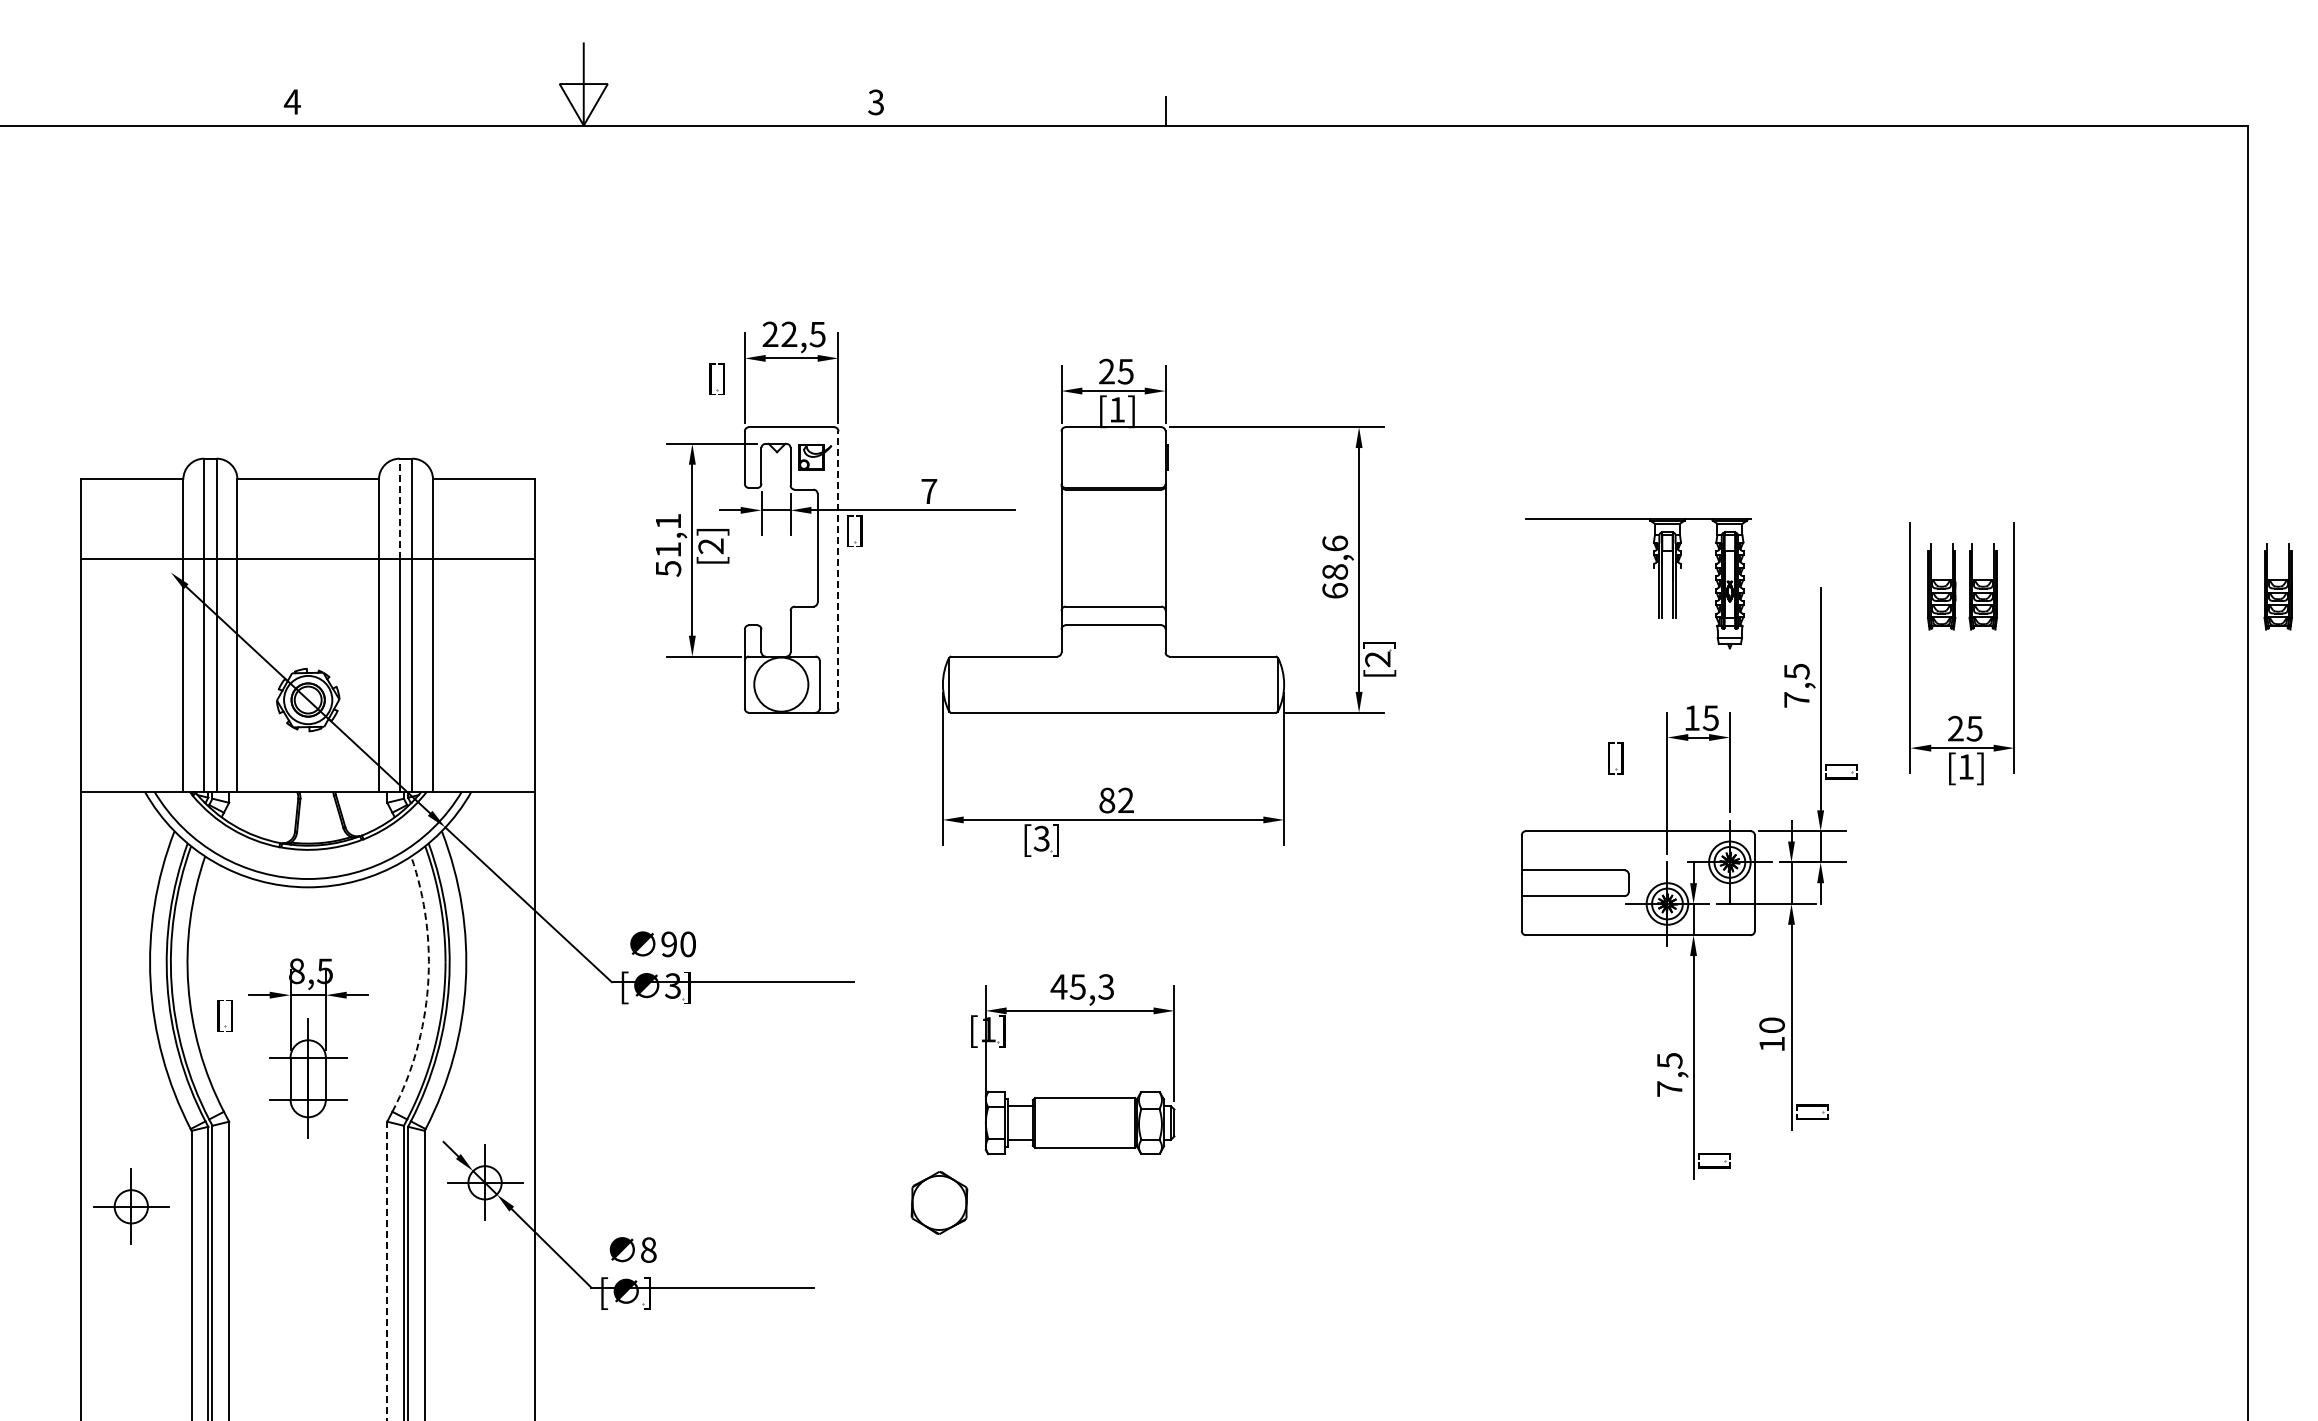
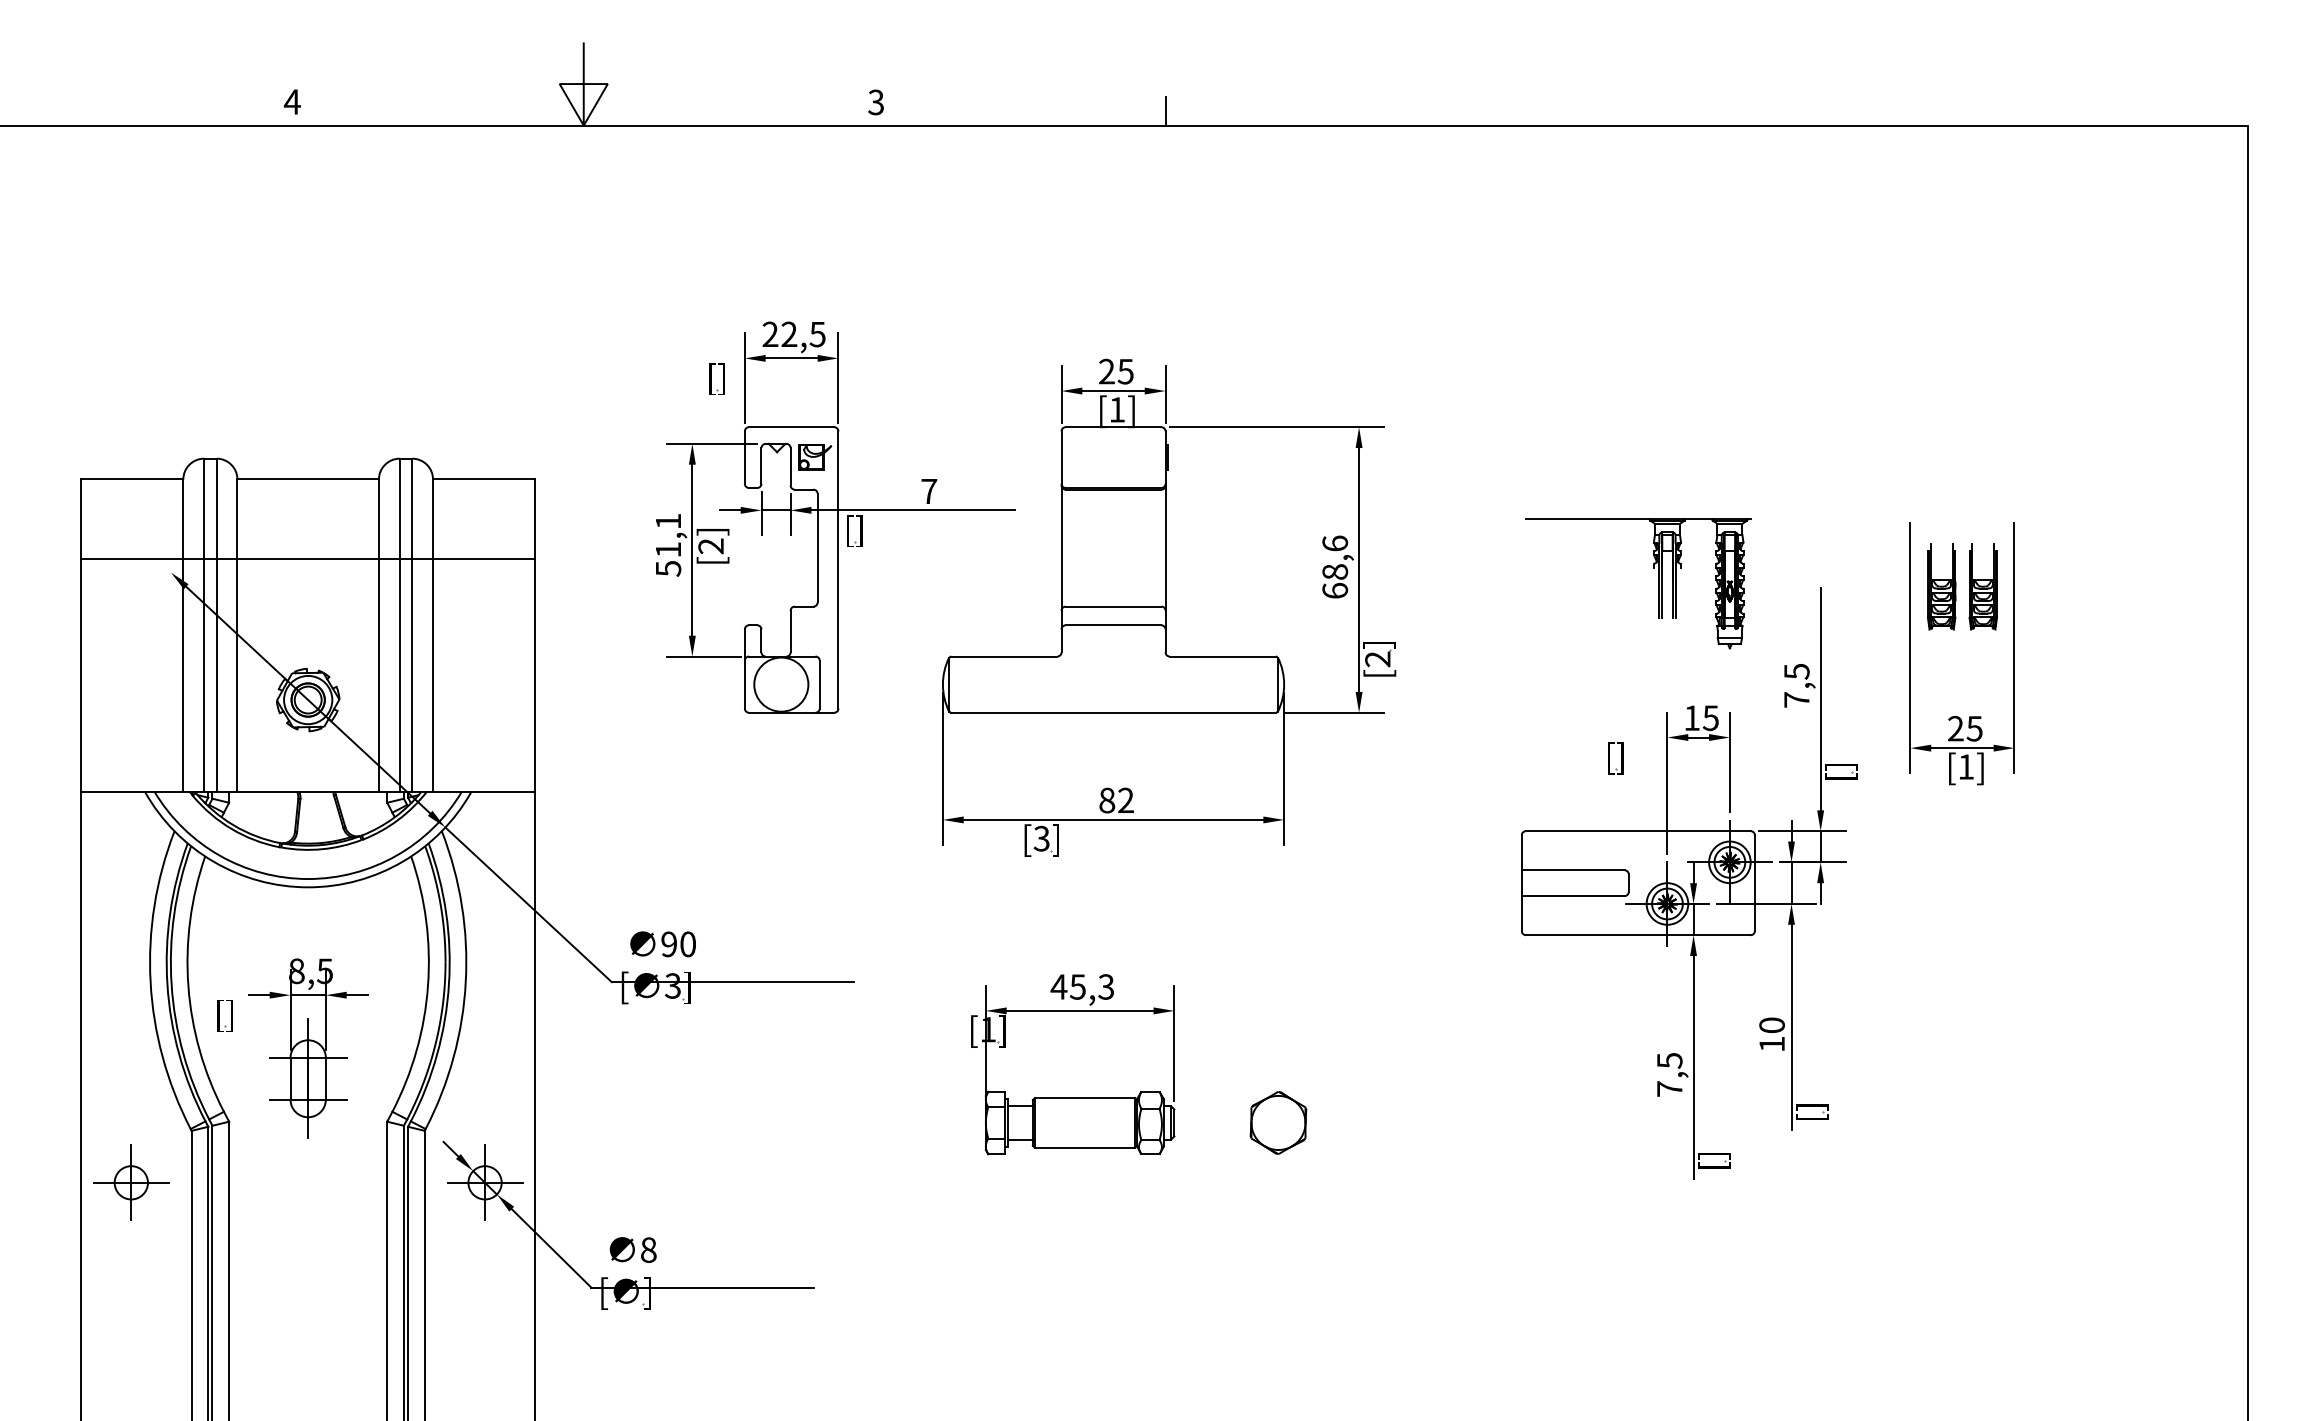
line at (399, 508): dashed -> solid
line at (838, 569): dashed -> solid
part at (2277, 586): present -> none
arc at (428, 986): dashed -> solid
part at (939, 1202) position: (939, 1202) -> (1278, 1122)
part at (131, 1206) position: (131, 1206) -> (131, 1182)
line at (387, 1270): dashed -> solid
